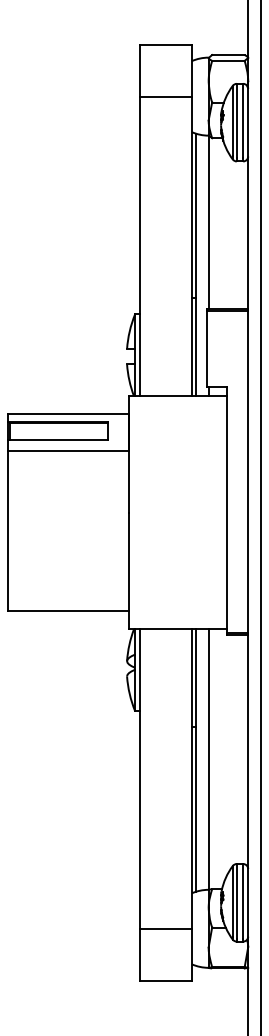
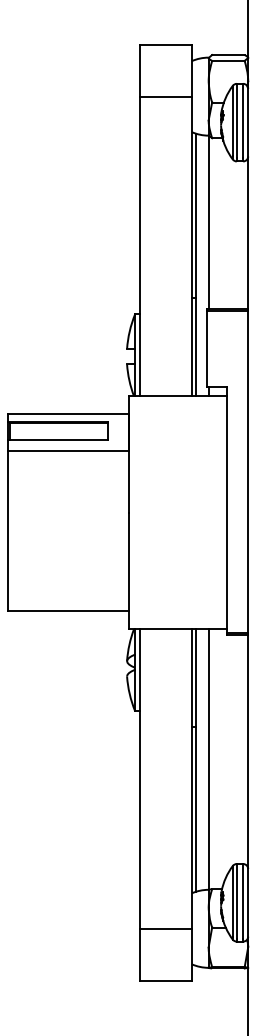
line at (261, 517): present -> none
